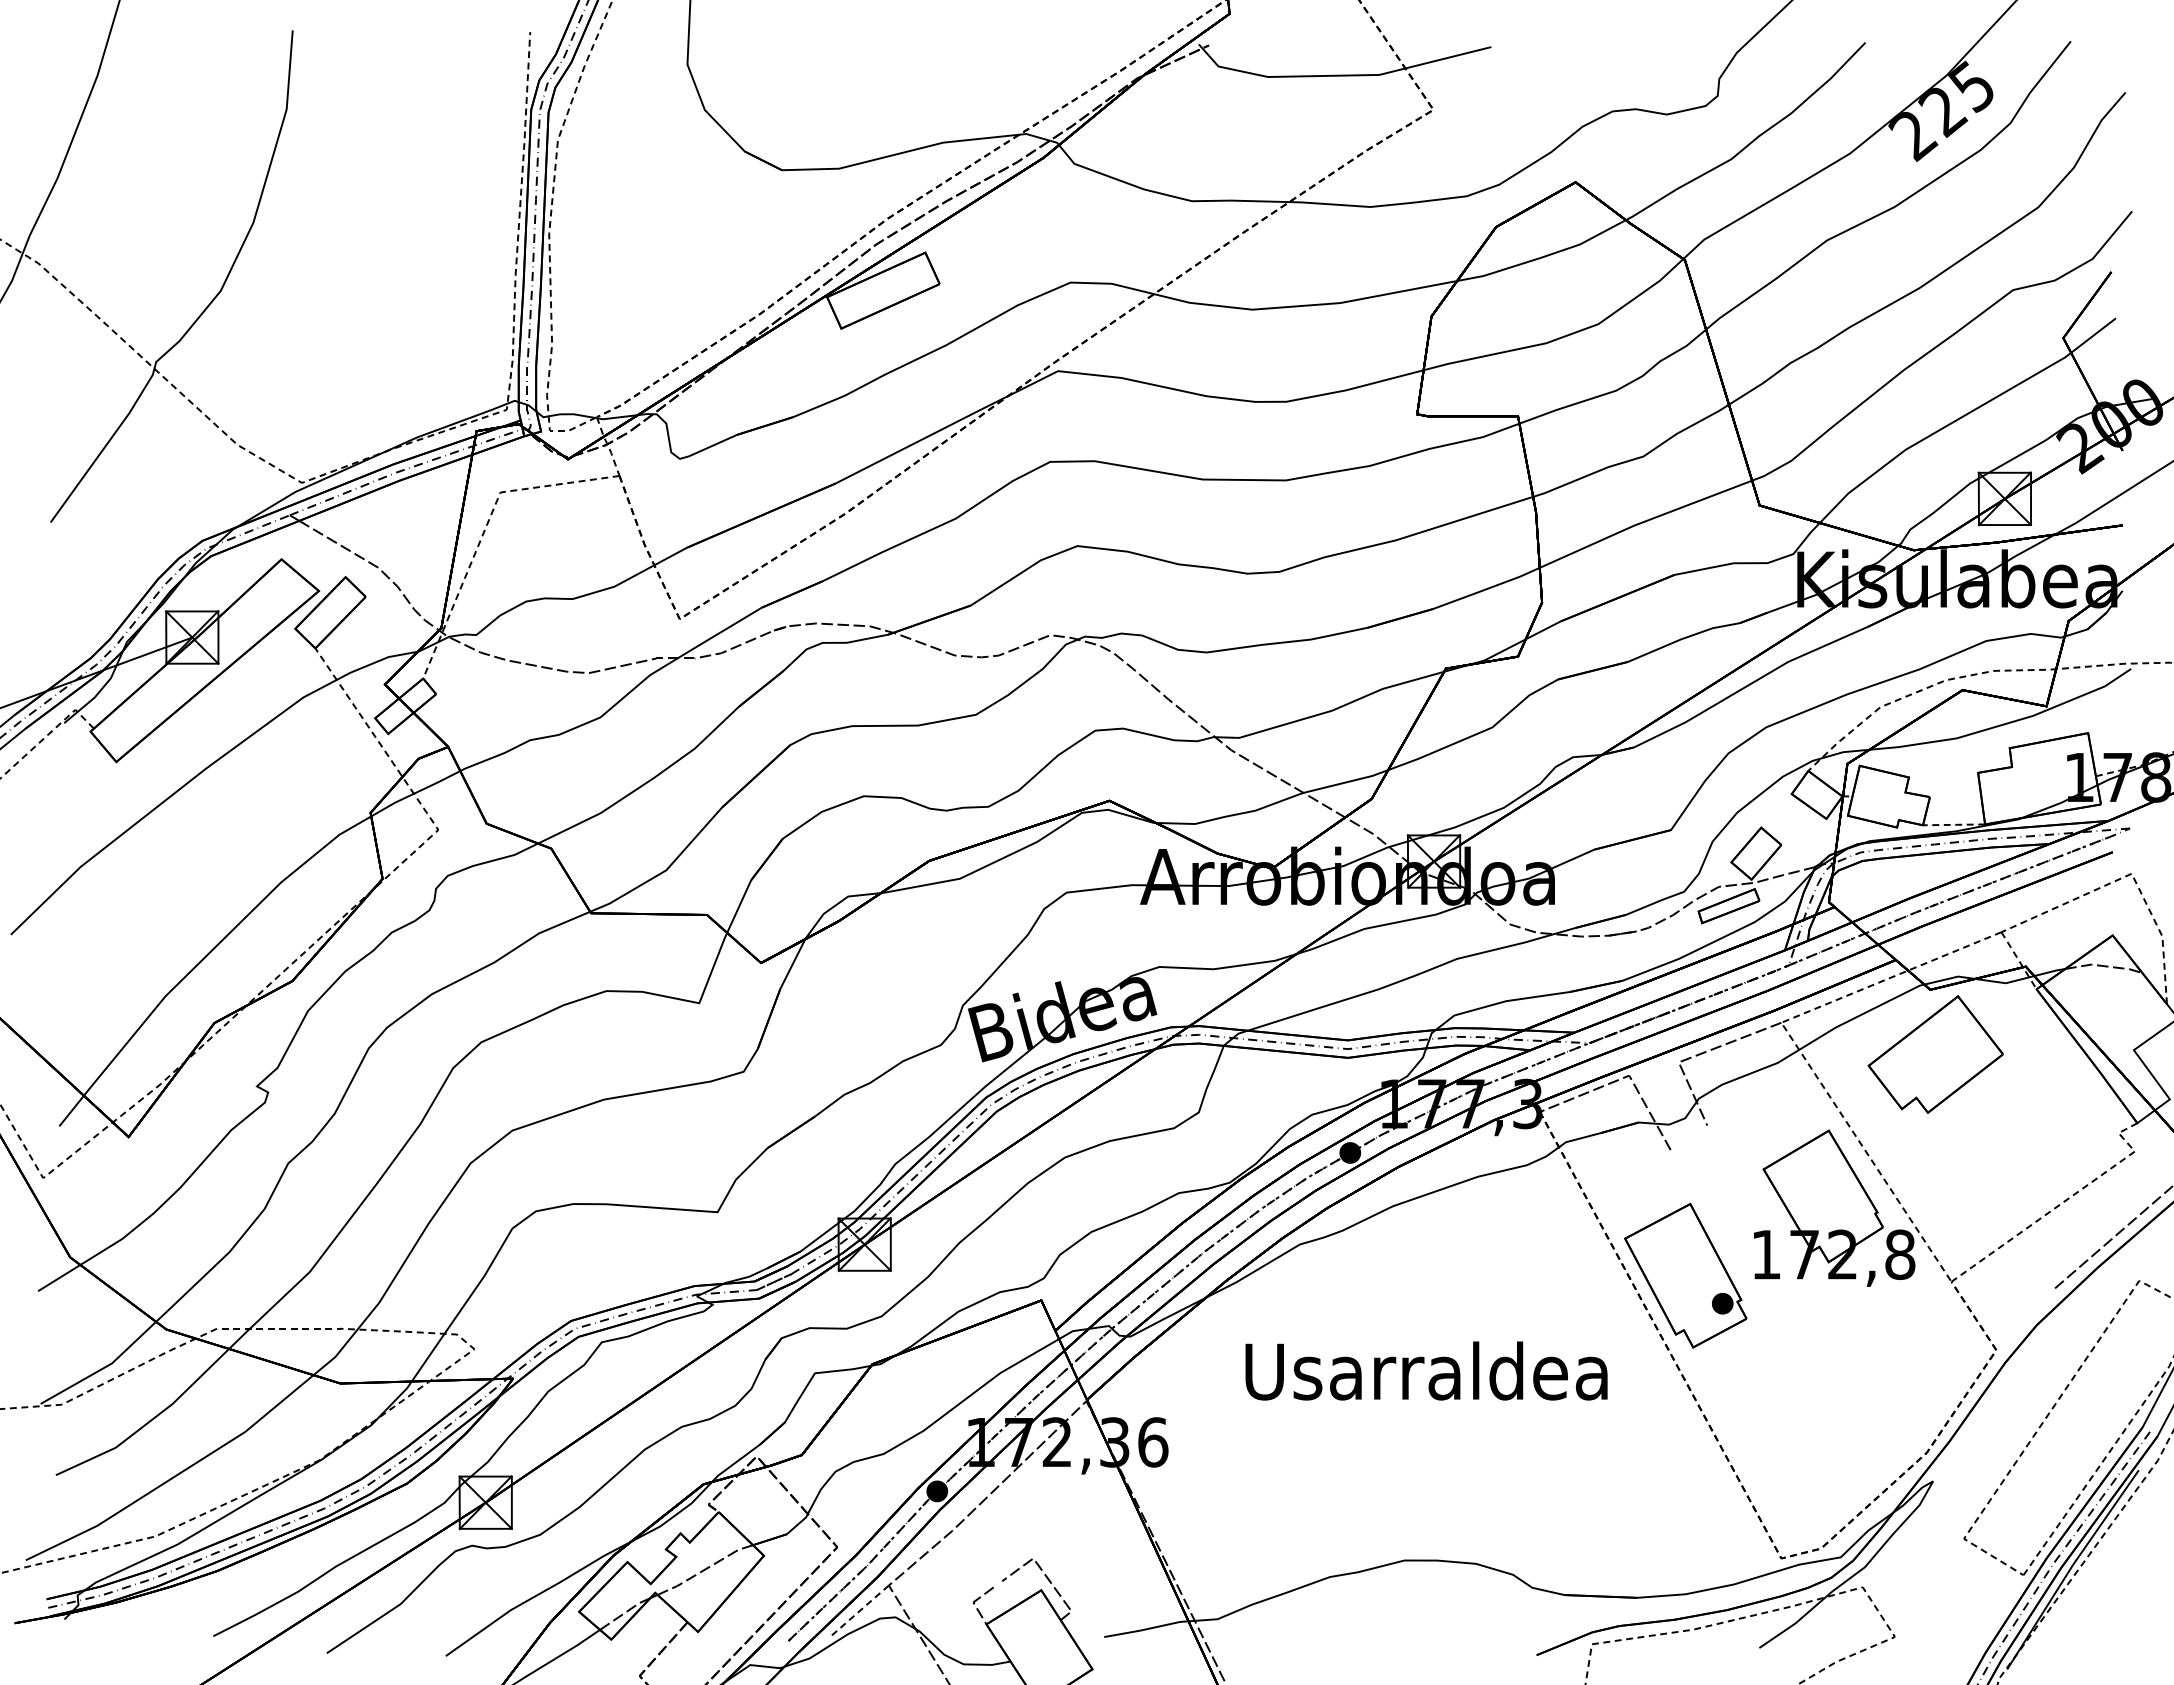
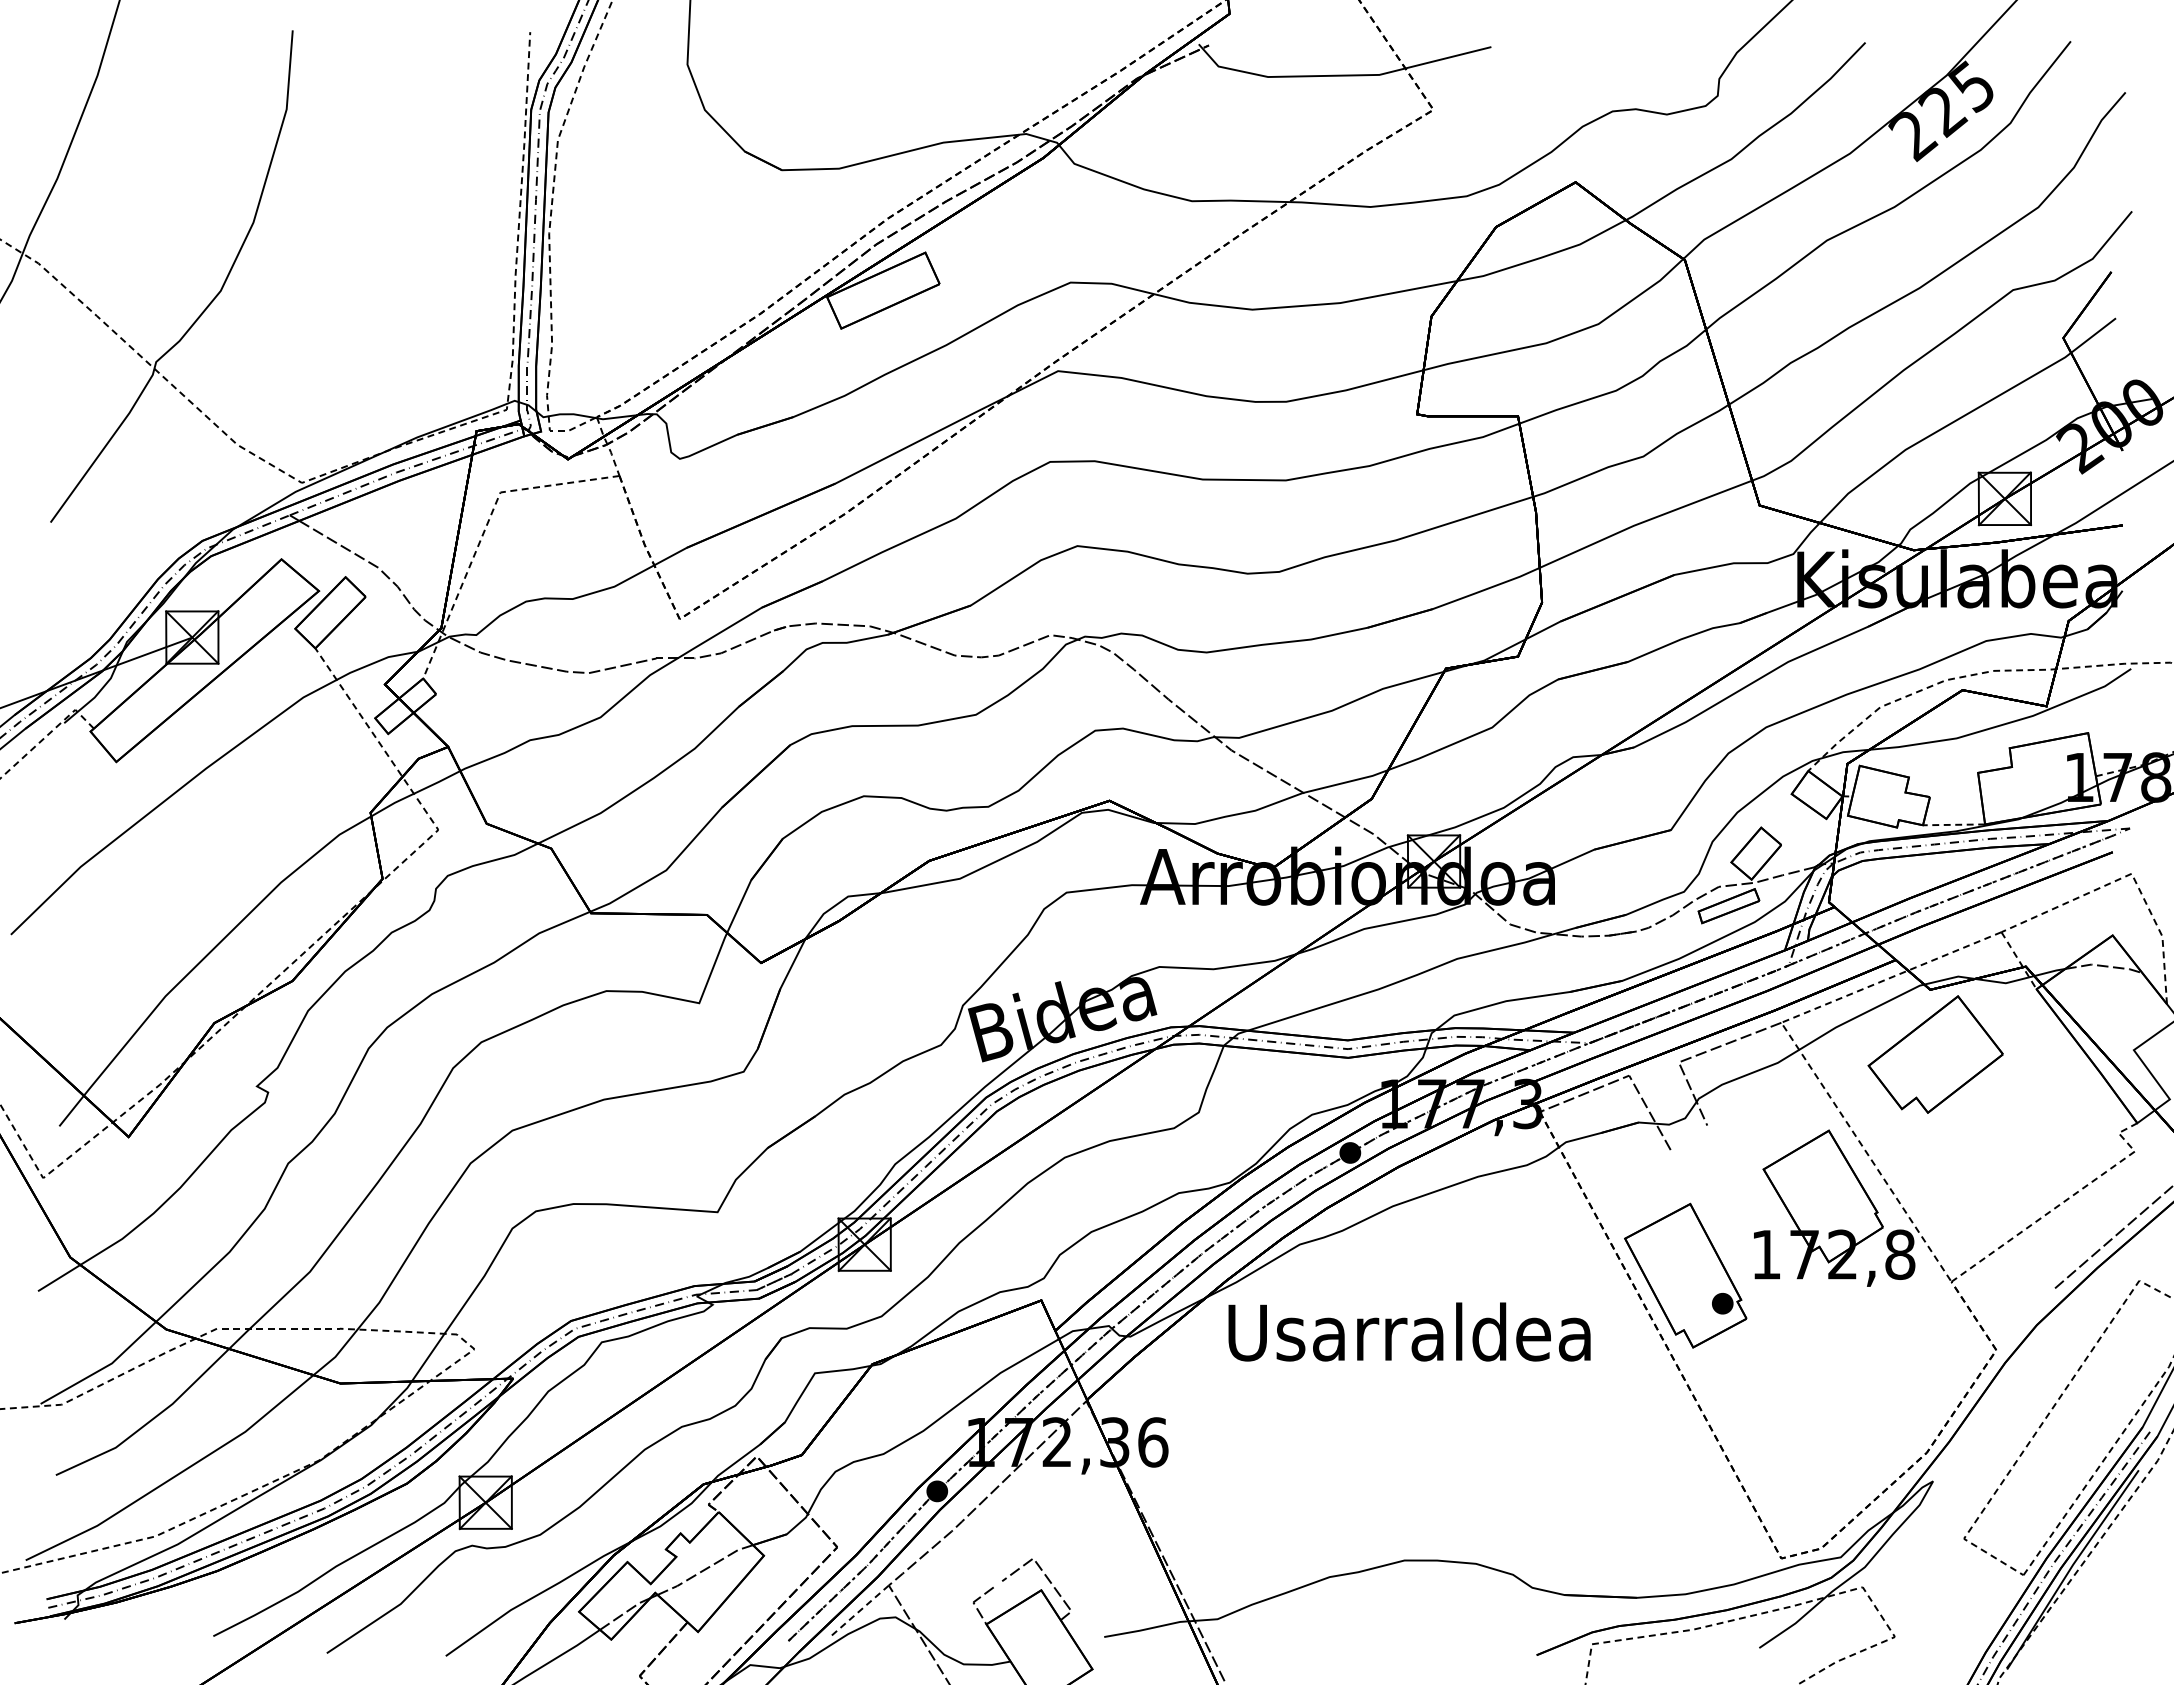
text at (1426, 1370) position: (1426, 1370) -> (1409, 1331)
